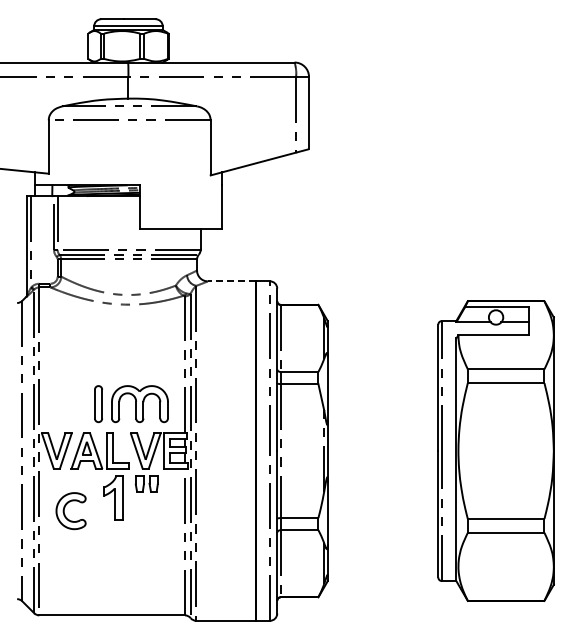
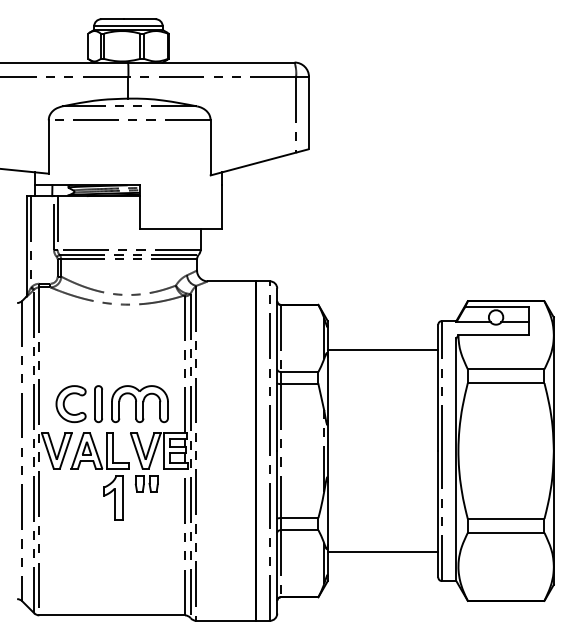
line at (231, 281): dashed -> solid
line at (382, 349): none -> present
part at (70, 511) position: (70, 511) -> (70, 404)
line at (382, 552): none -> present
